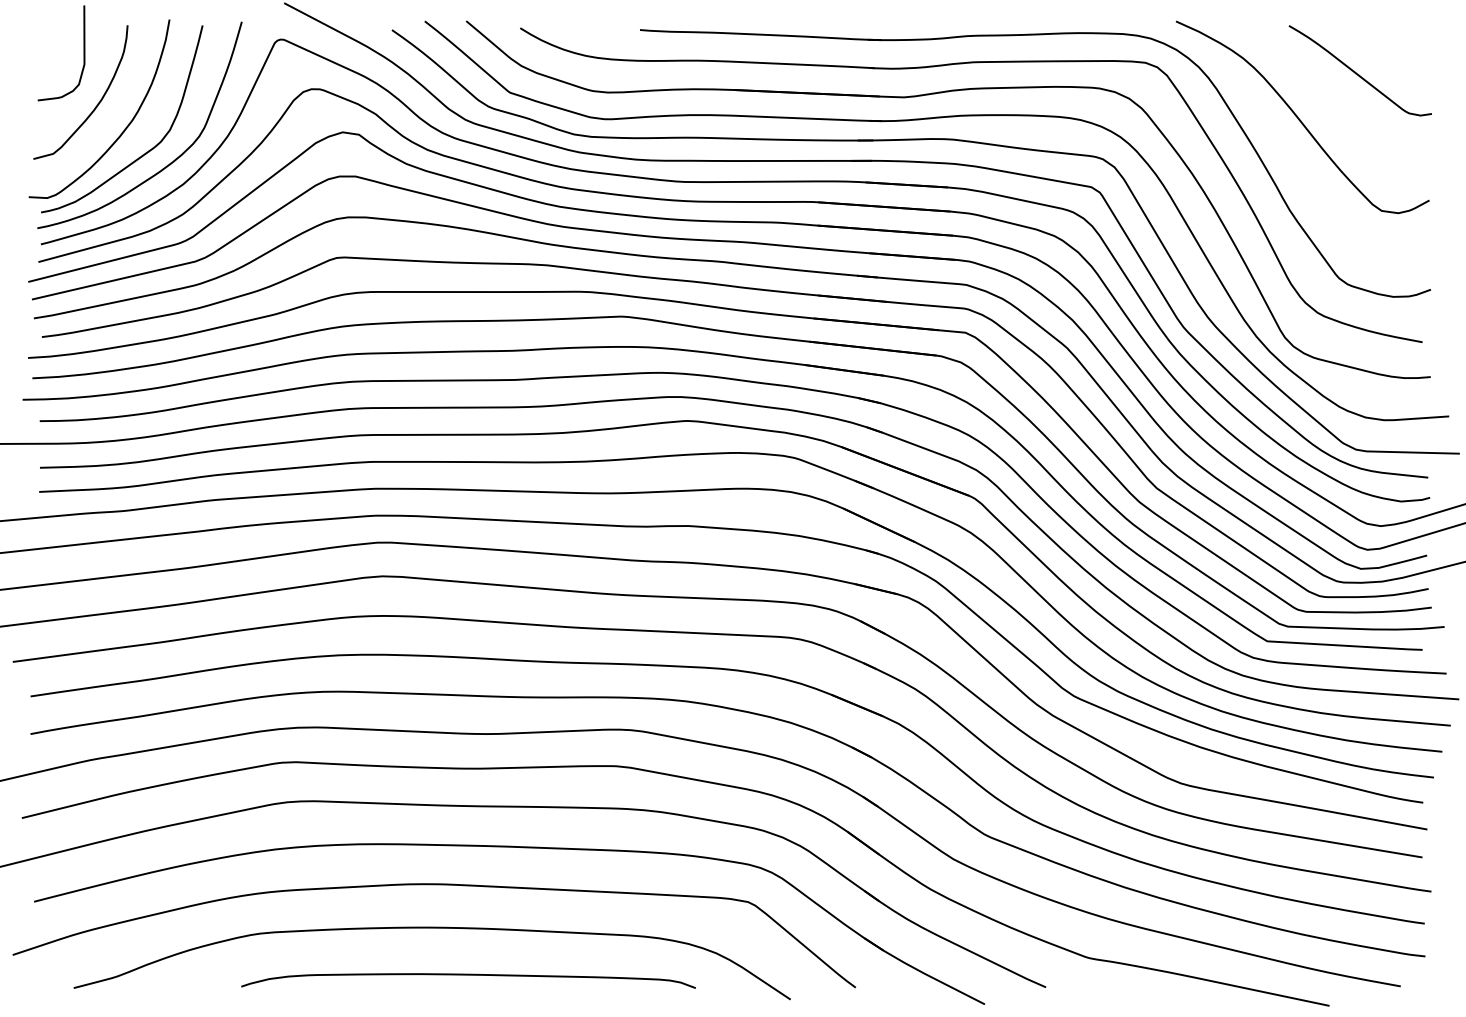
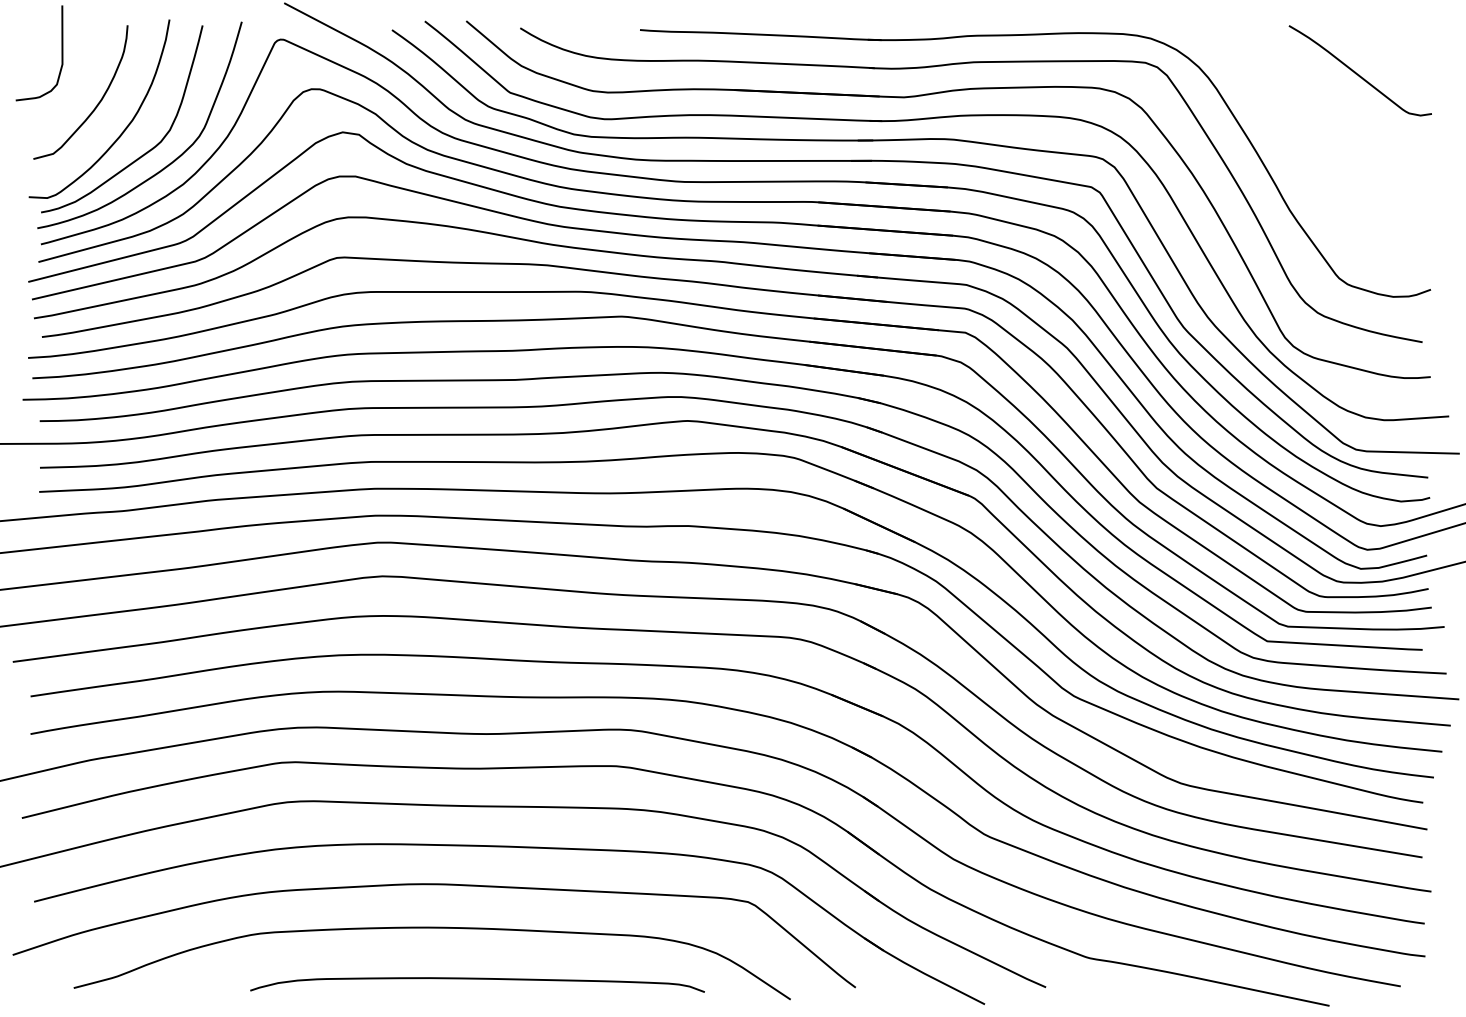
curve at (83, 53) position: (83, 53) -> (61, 53)
curve at (1300, 119): present -> none
curve at (468, 975) position: (468, 975) -> (477, 979)
